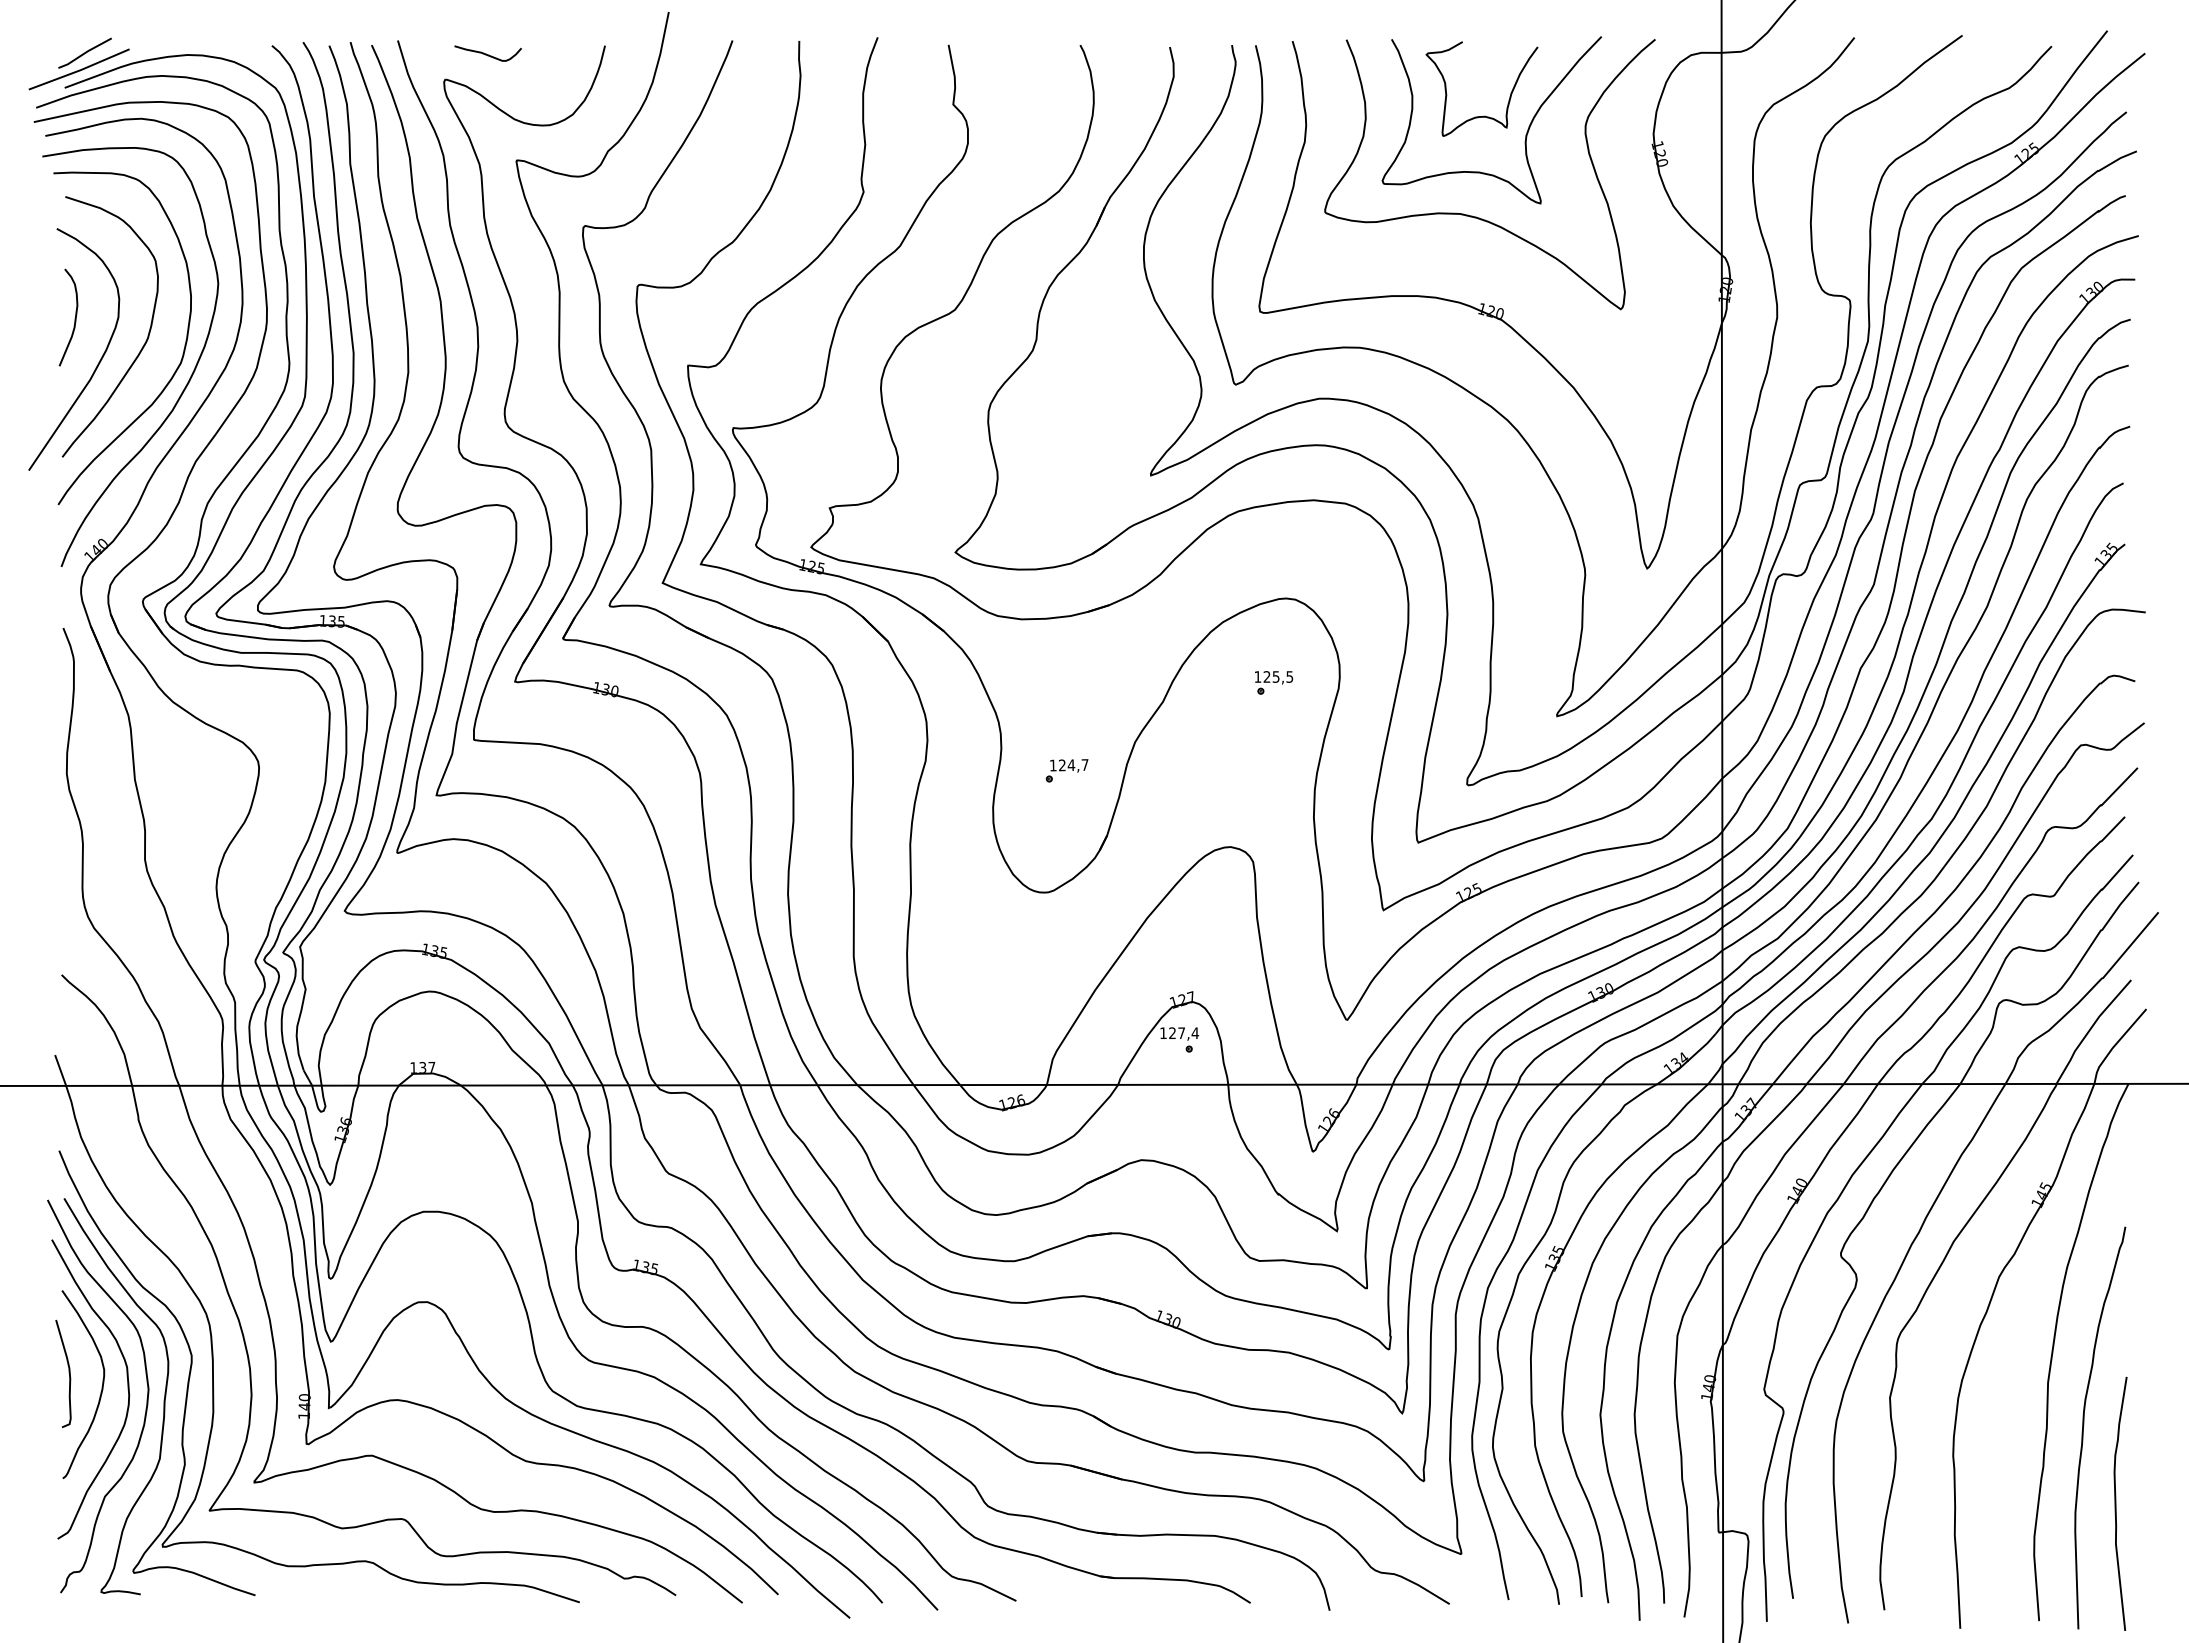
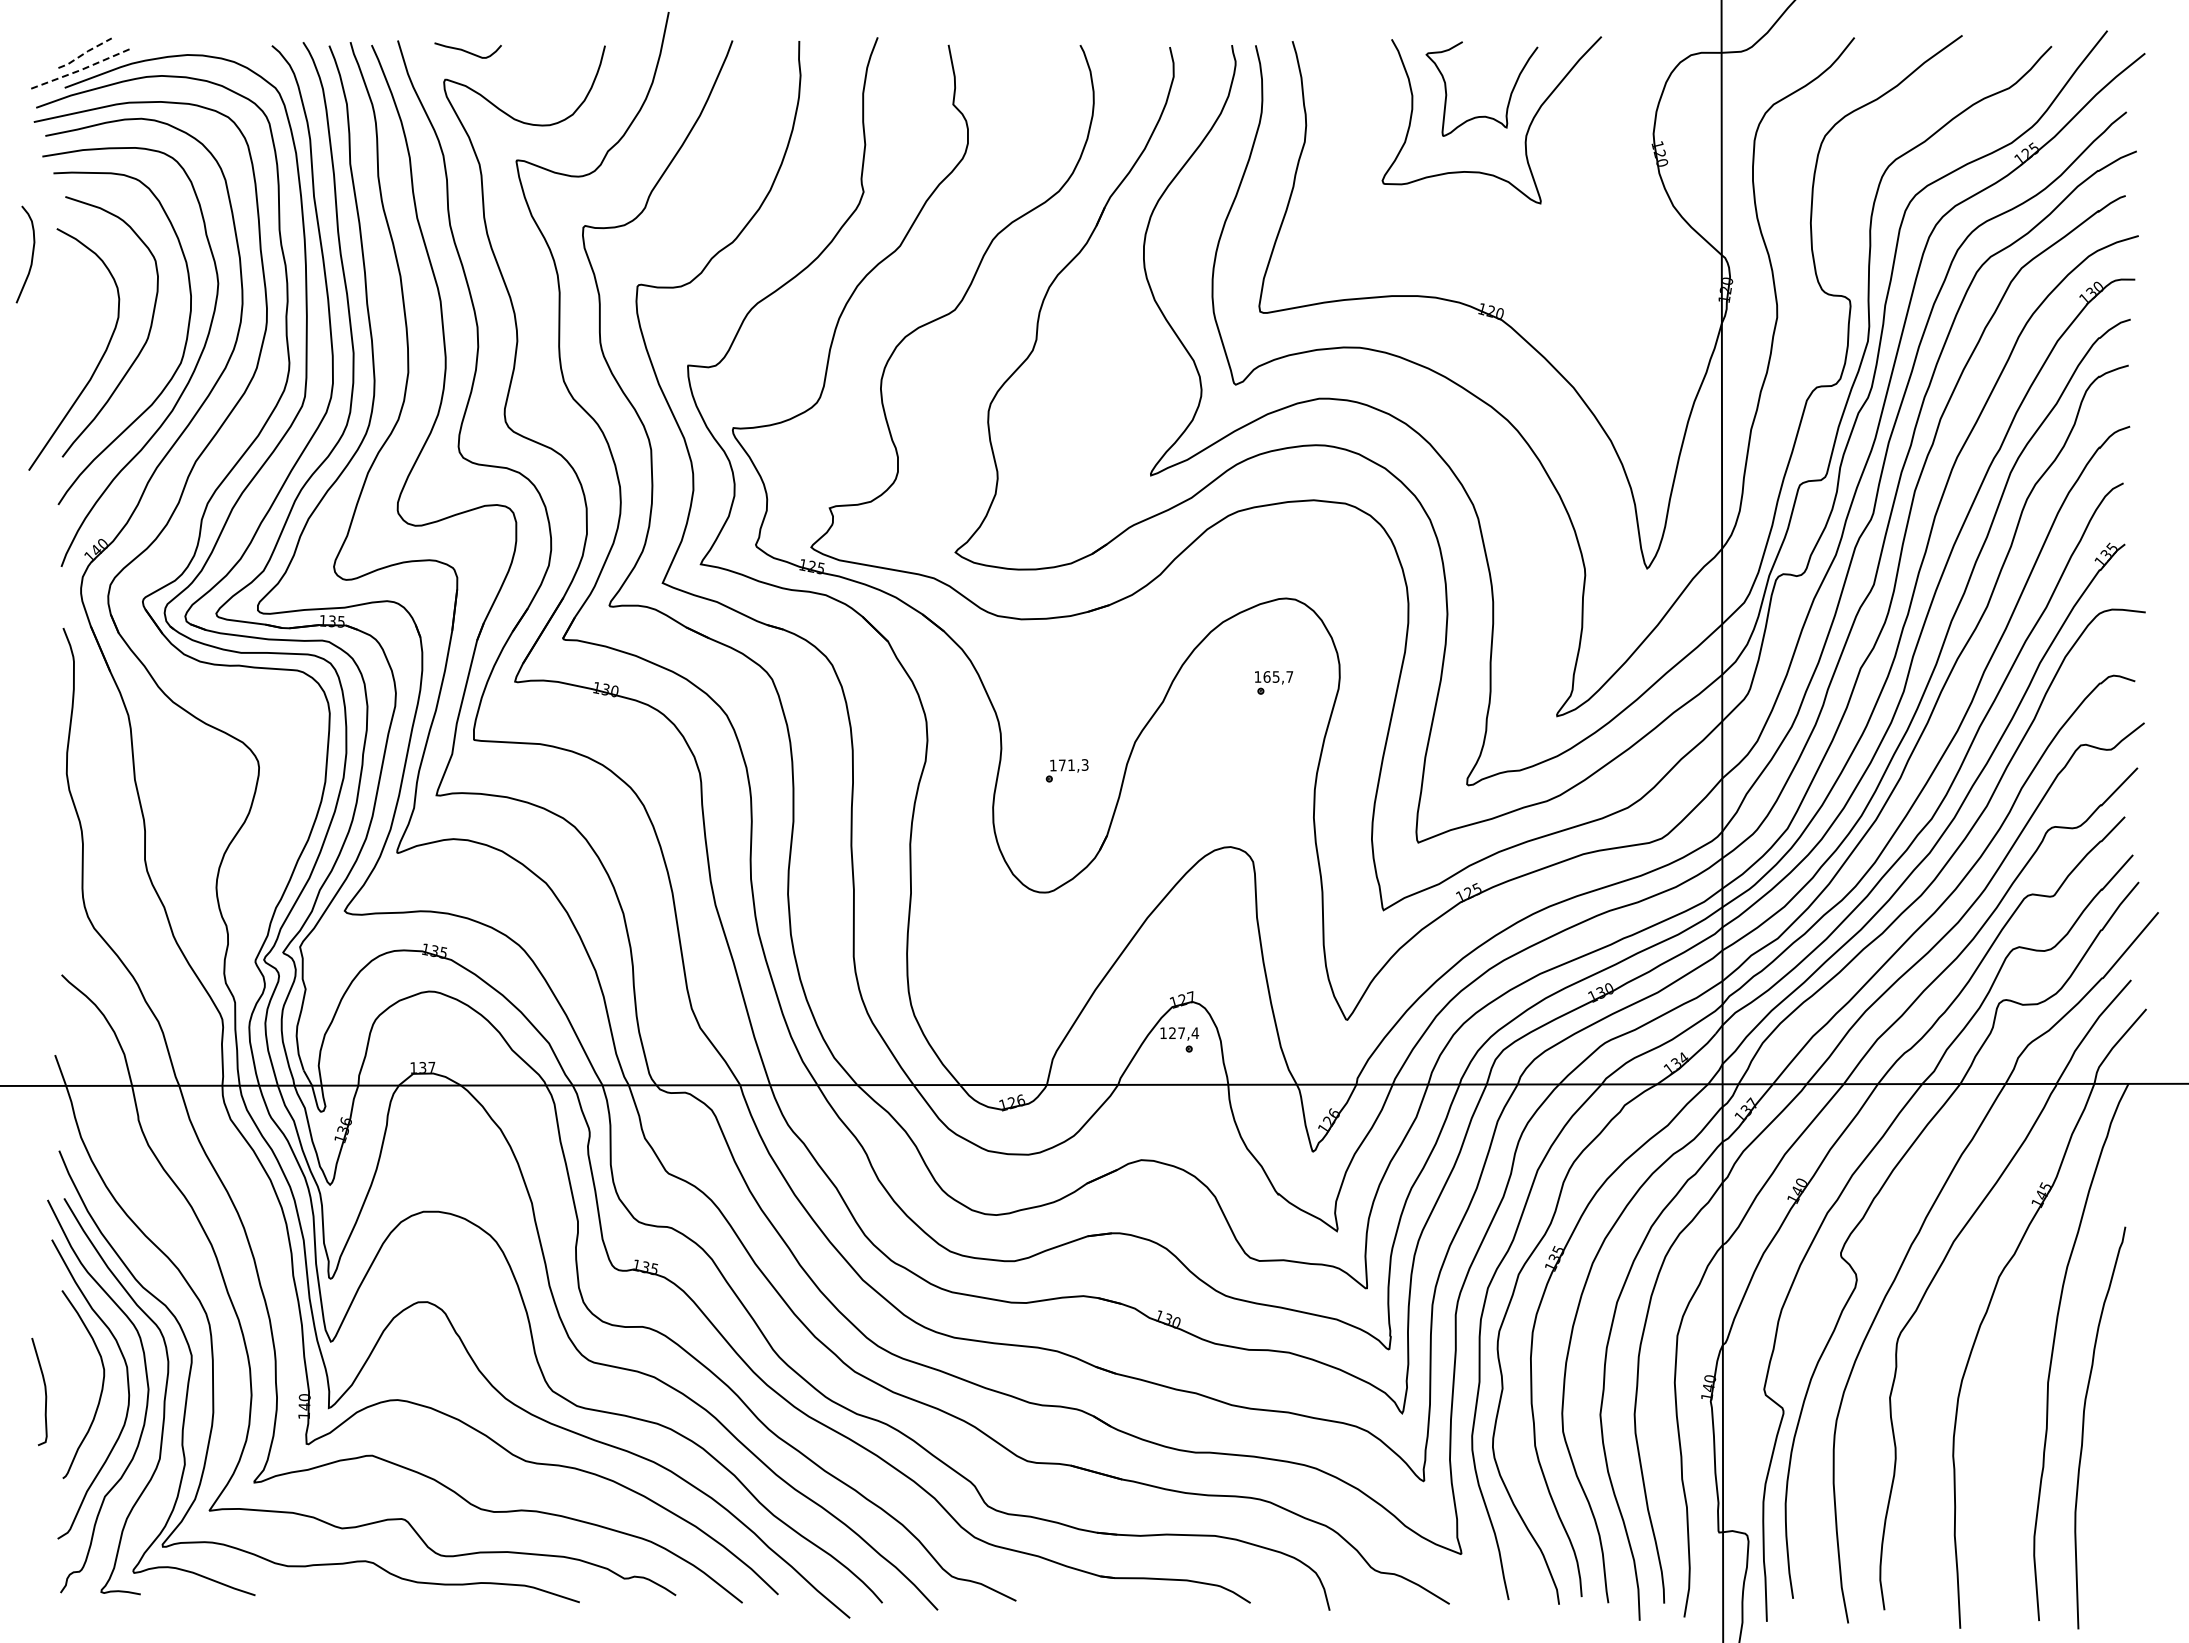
line at (84, 53): solid -> dashed
curve at (486, 53) position: (486, 53) -> (466, 50)
line at (80, 70): solid -> dashed
curve at (1476, 216): present -> none
curve at (74, 318) position: (74, 318) -> (31, 255)
text at (1278, 676): 125,5 -> 165,7
text at (1073, 765): 124,7 -> 171,3
curve at (68, 1373) position: (68, 1373) -> (44, 1391)
curve at (2116, 1503): present -> none
